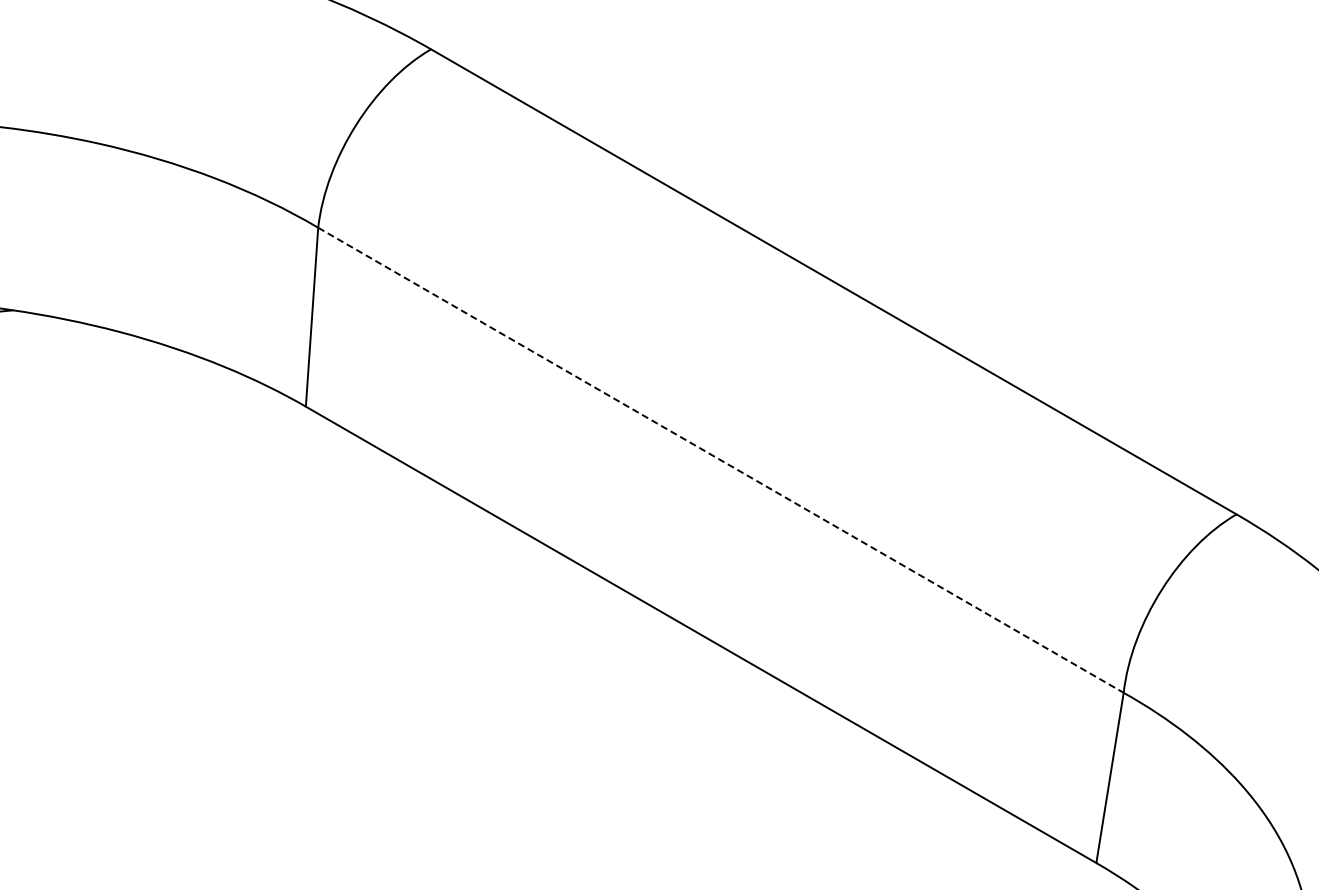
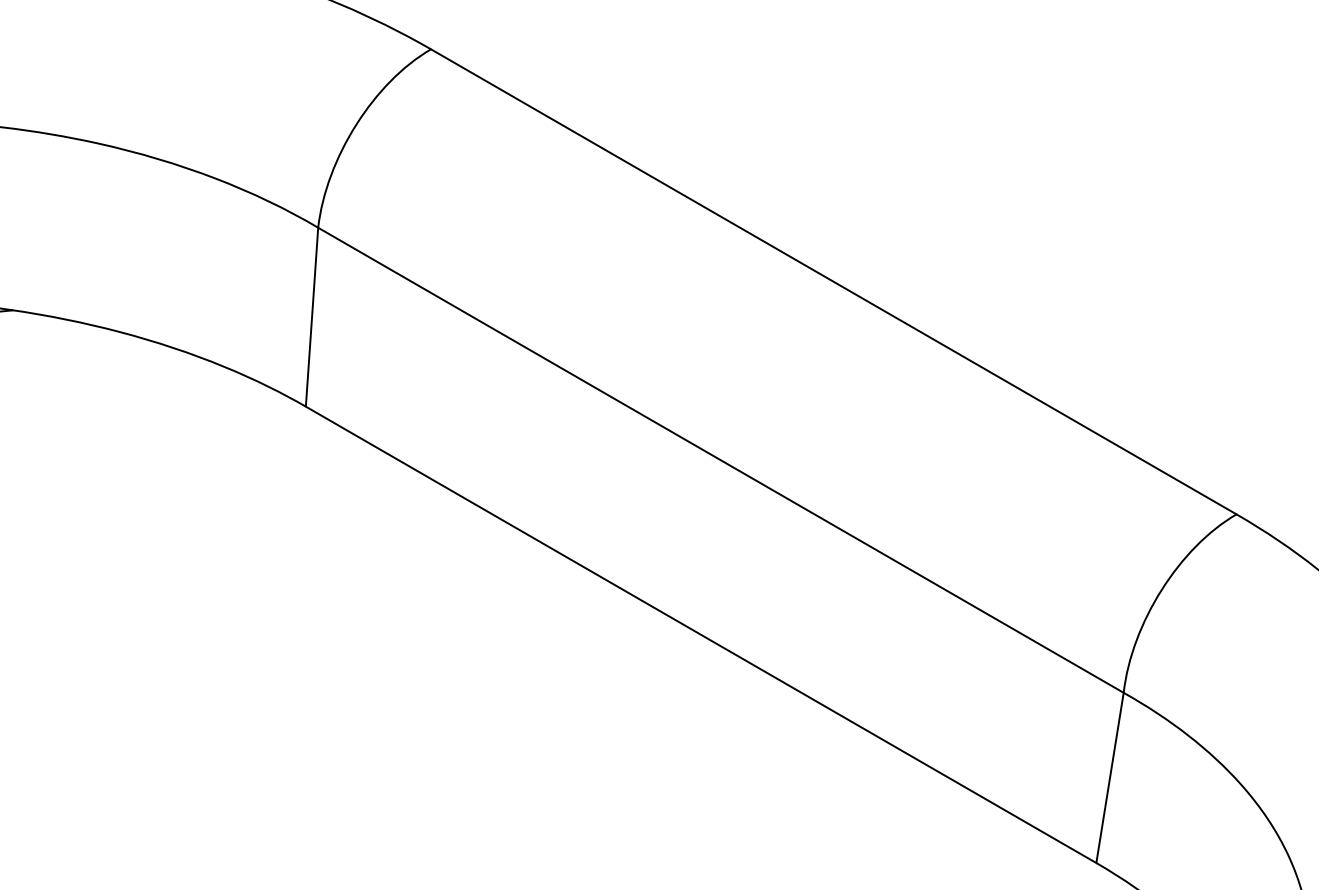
line at (721, 460): dashed -> solid
